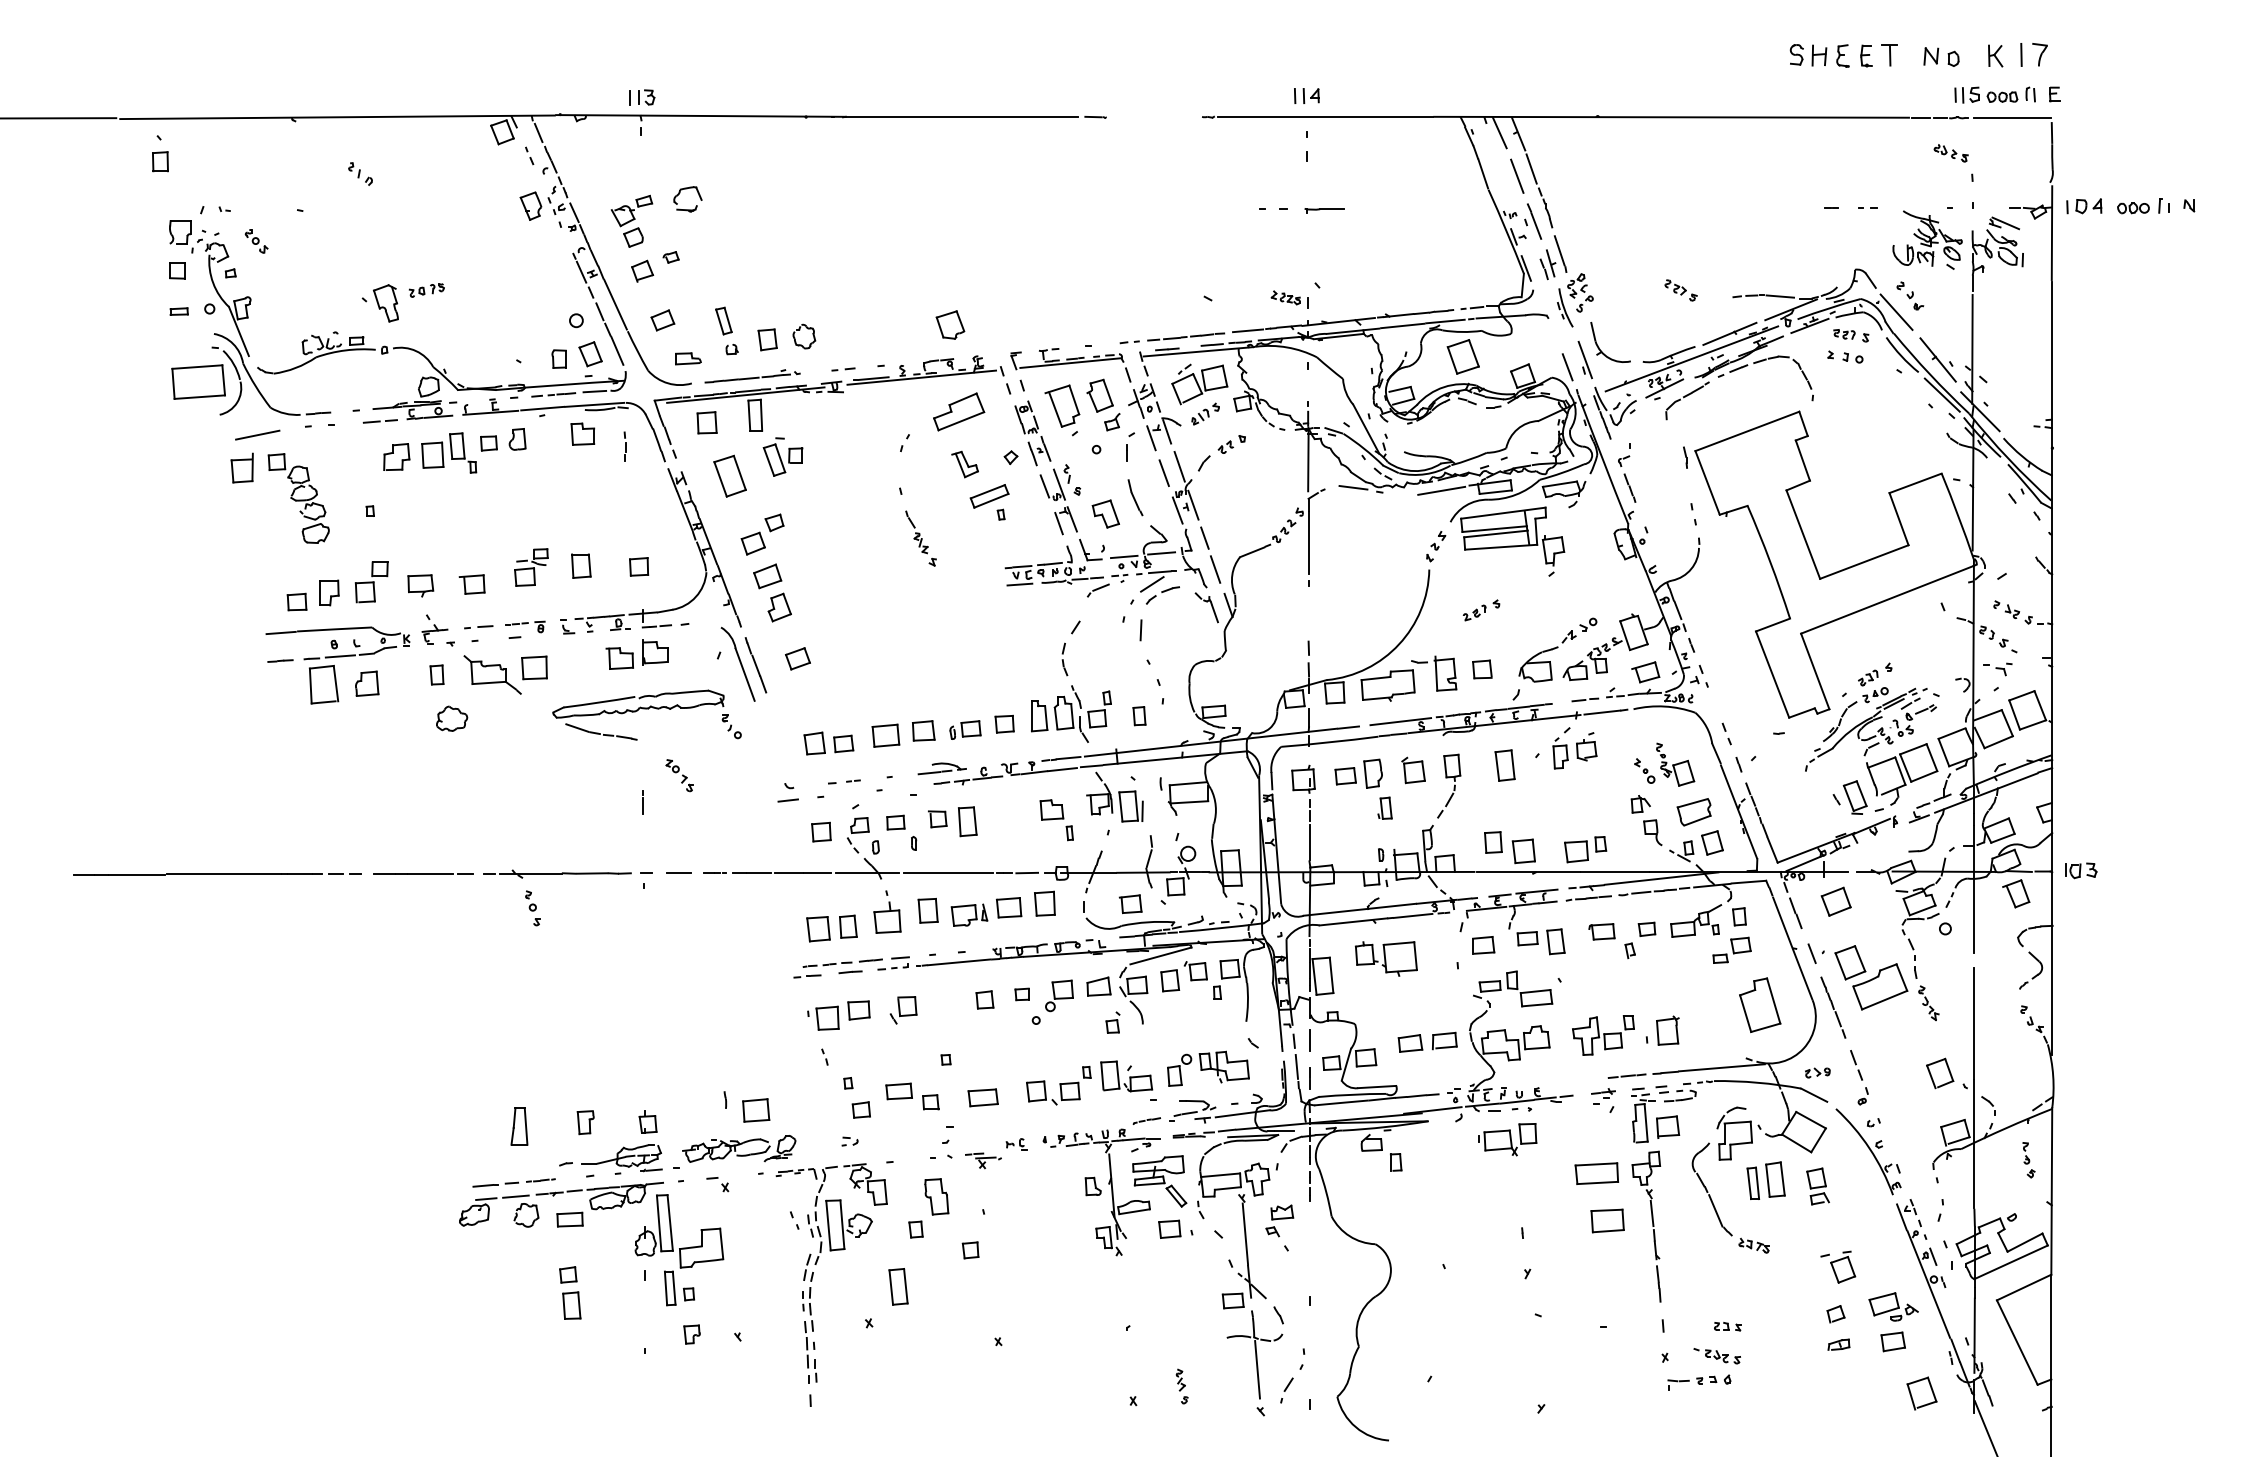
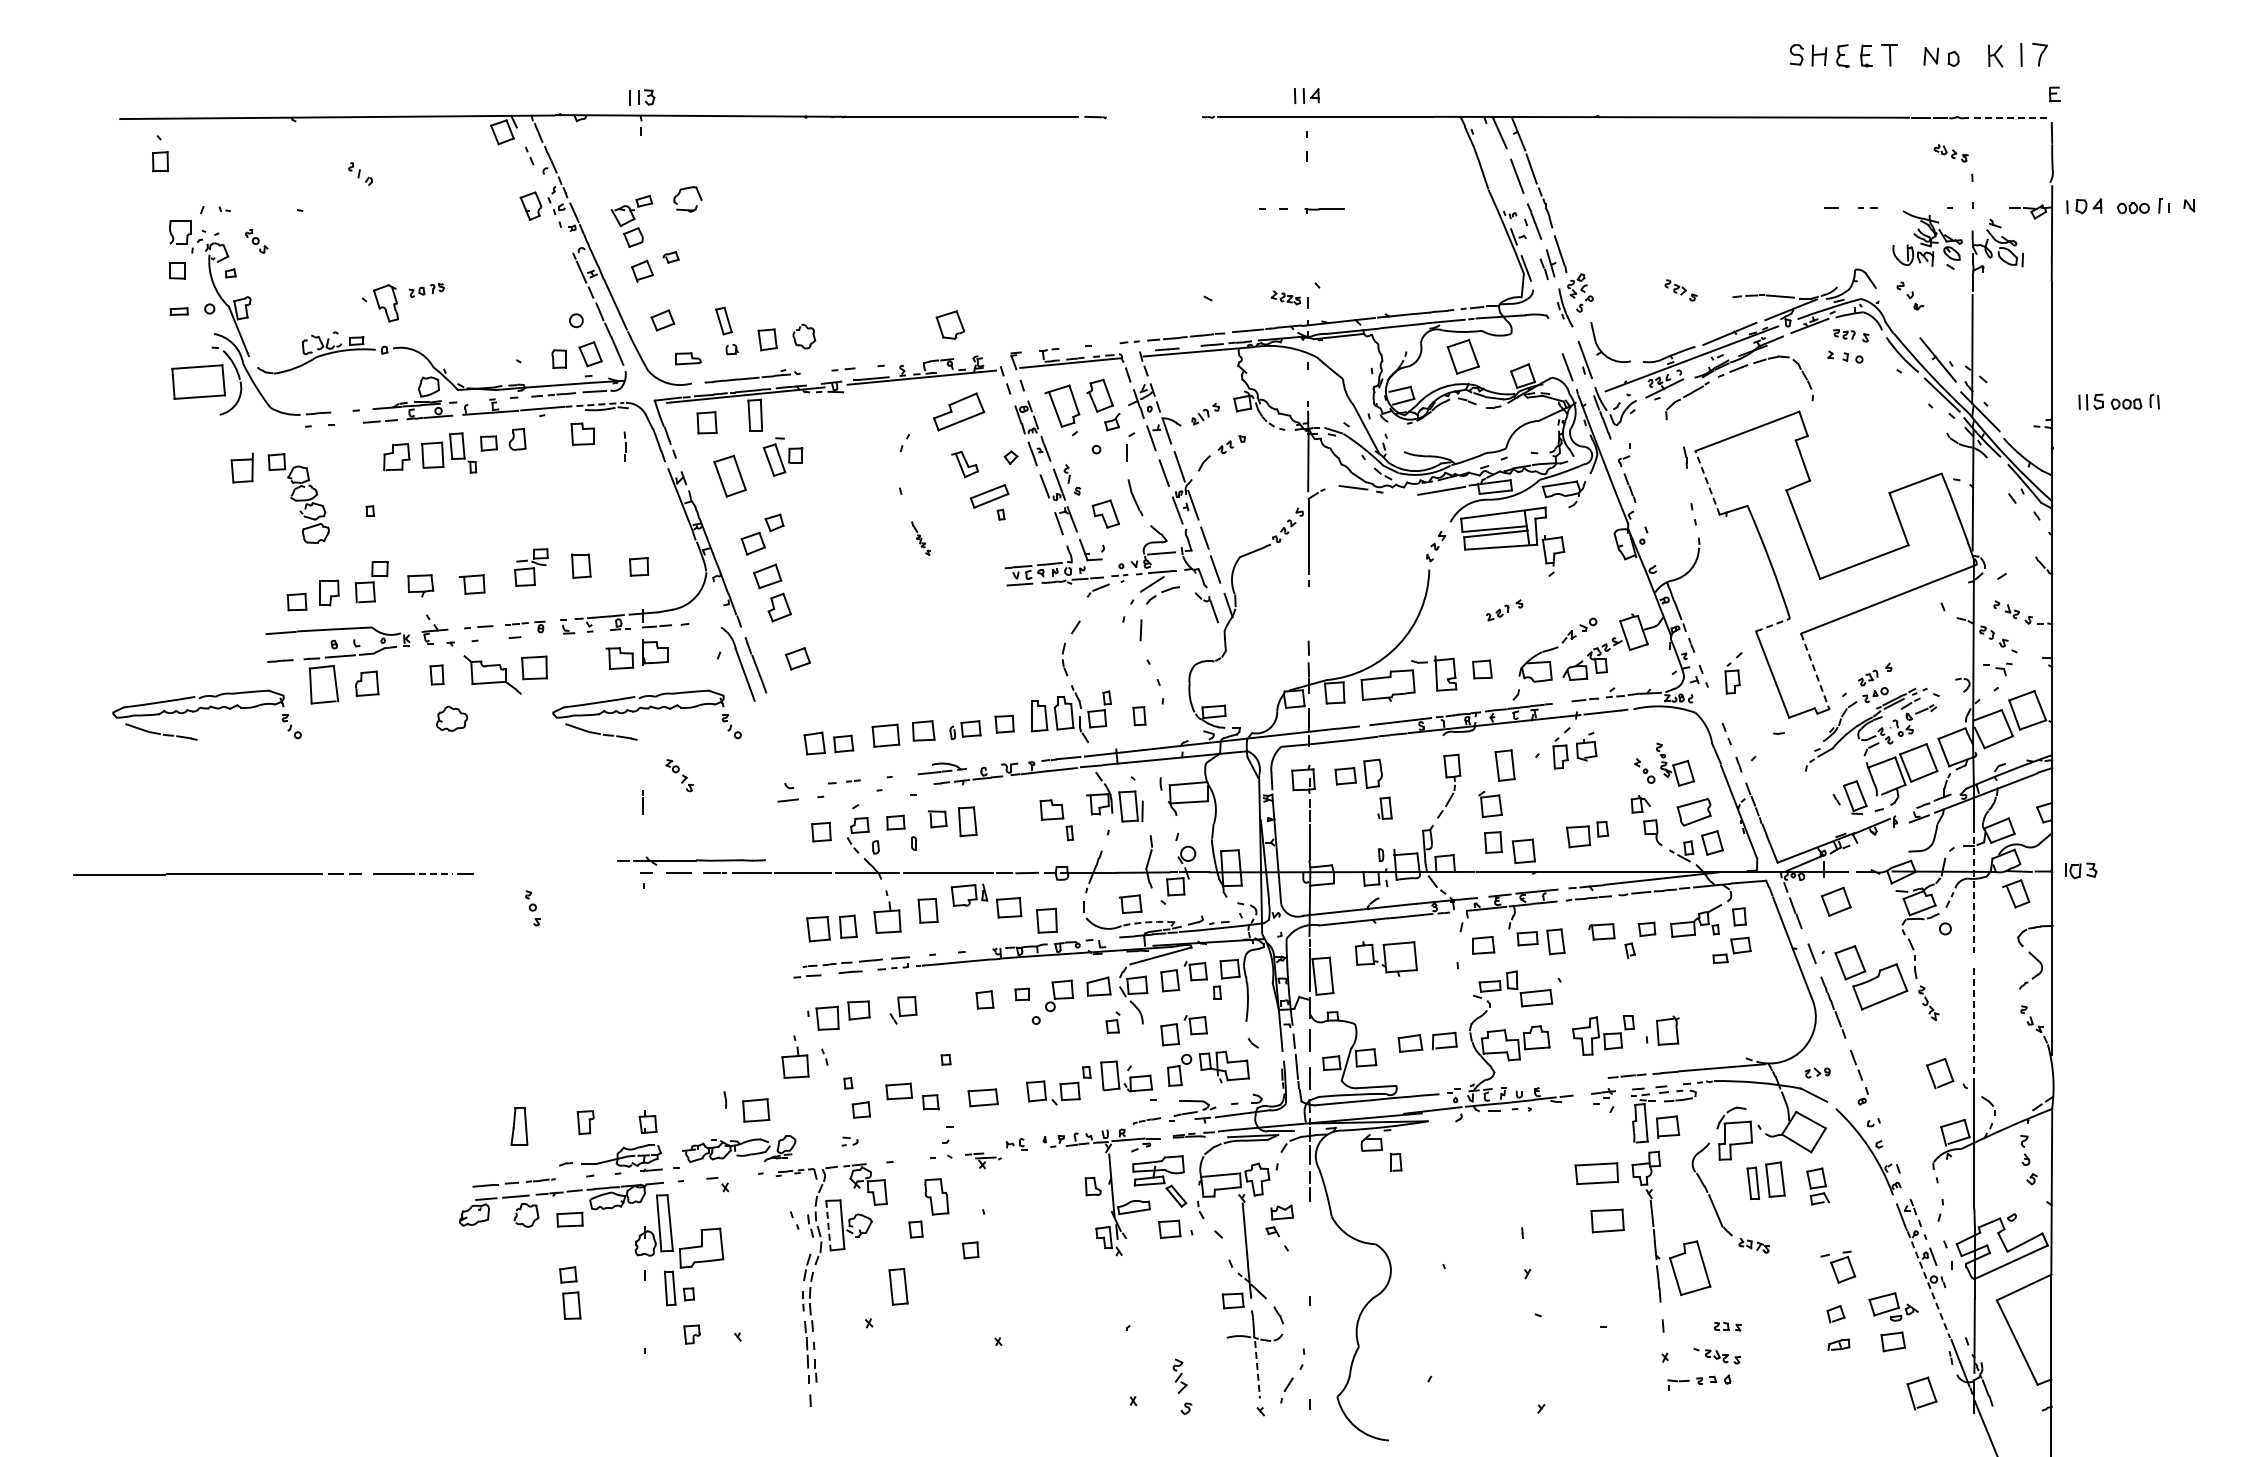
part at (1994, 94) position: (1994, 94) -> (2118, 401)
line at (2013, 117): solid -> dashed
line at (59, 118): present -> none
line at (2005, 223): present -> none
line at (1896, 311): present -> none
part at (1199, 384): present -> none
line at (595, 404): solid -> dashed
line at (257, 434): present -> none
line at (1707, 482): solid -> dashed
part at (920, 538) size: 32x57 px -> 20x35 px
line at (1123, 556): present -> none
part at (1481, 610) position: (1481, 610) -> (1504, 610)
line at (1773, 624): solid -> dashed
line at (1815, 671): solid -> dashed
part at (1645, 672): present -> none
part at (1733, 673): none -> present
part at (206, 714): none -> present
part at (1413, 770) position: (1413, 770) -> (1490, 804)
part at (1585, 849) position: (1585, 849) -> (1587, 834)
line at (431, 873): solid -> dashed
part at (557, 873) position: (557, 873) -> (691, 860)
line at (1973, 889): solid -> dashed
part at (1044, 903) position: (1044, 903) -> (1046, 920)
part at (969, 914) position: (969, 914) -> (969, 894)
arc at (1147, 922): solid -> dashed
part at (1760, 1005) position: (1760, 1005) -> (1690, 1268)
line at (1974, 1024): solid -> dashed
part at (1183, 1030): none -> present
part at (795, 1056): none -> present
part at (1507, 1139): present -> none
part at (2028, 1160) size: 14x37 px -> 18x51 px
line at (828, 1225): solid -> dashed
line at (1929, 1285): solid -> dashed
line at (1257, 1369): solid -> dashed
part at (1181, 1386) size: 14x37 px -> 21x57 px
